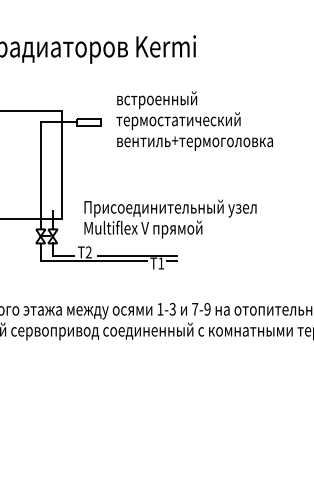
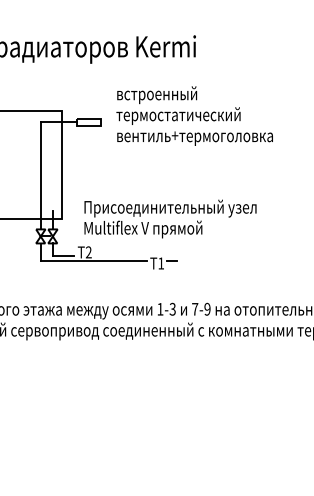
text at (194, 120) position: (194, 120) -> (194, 115)
line at (137, 256): present -> none
